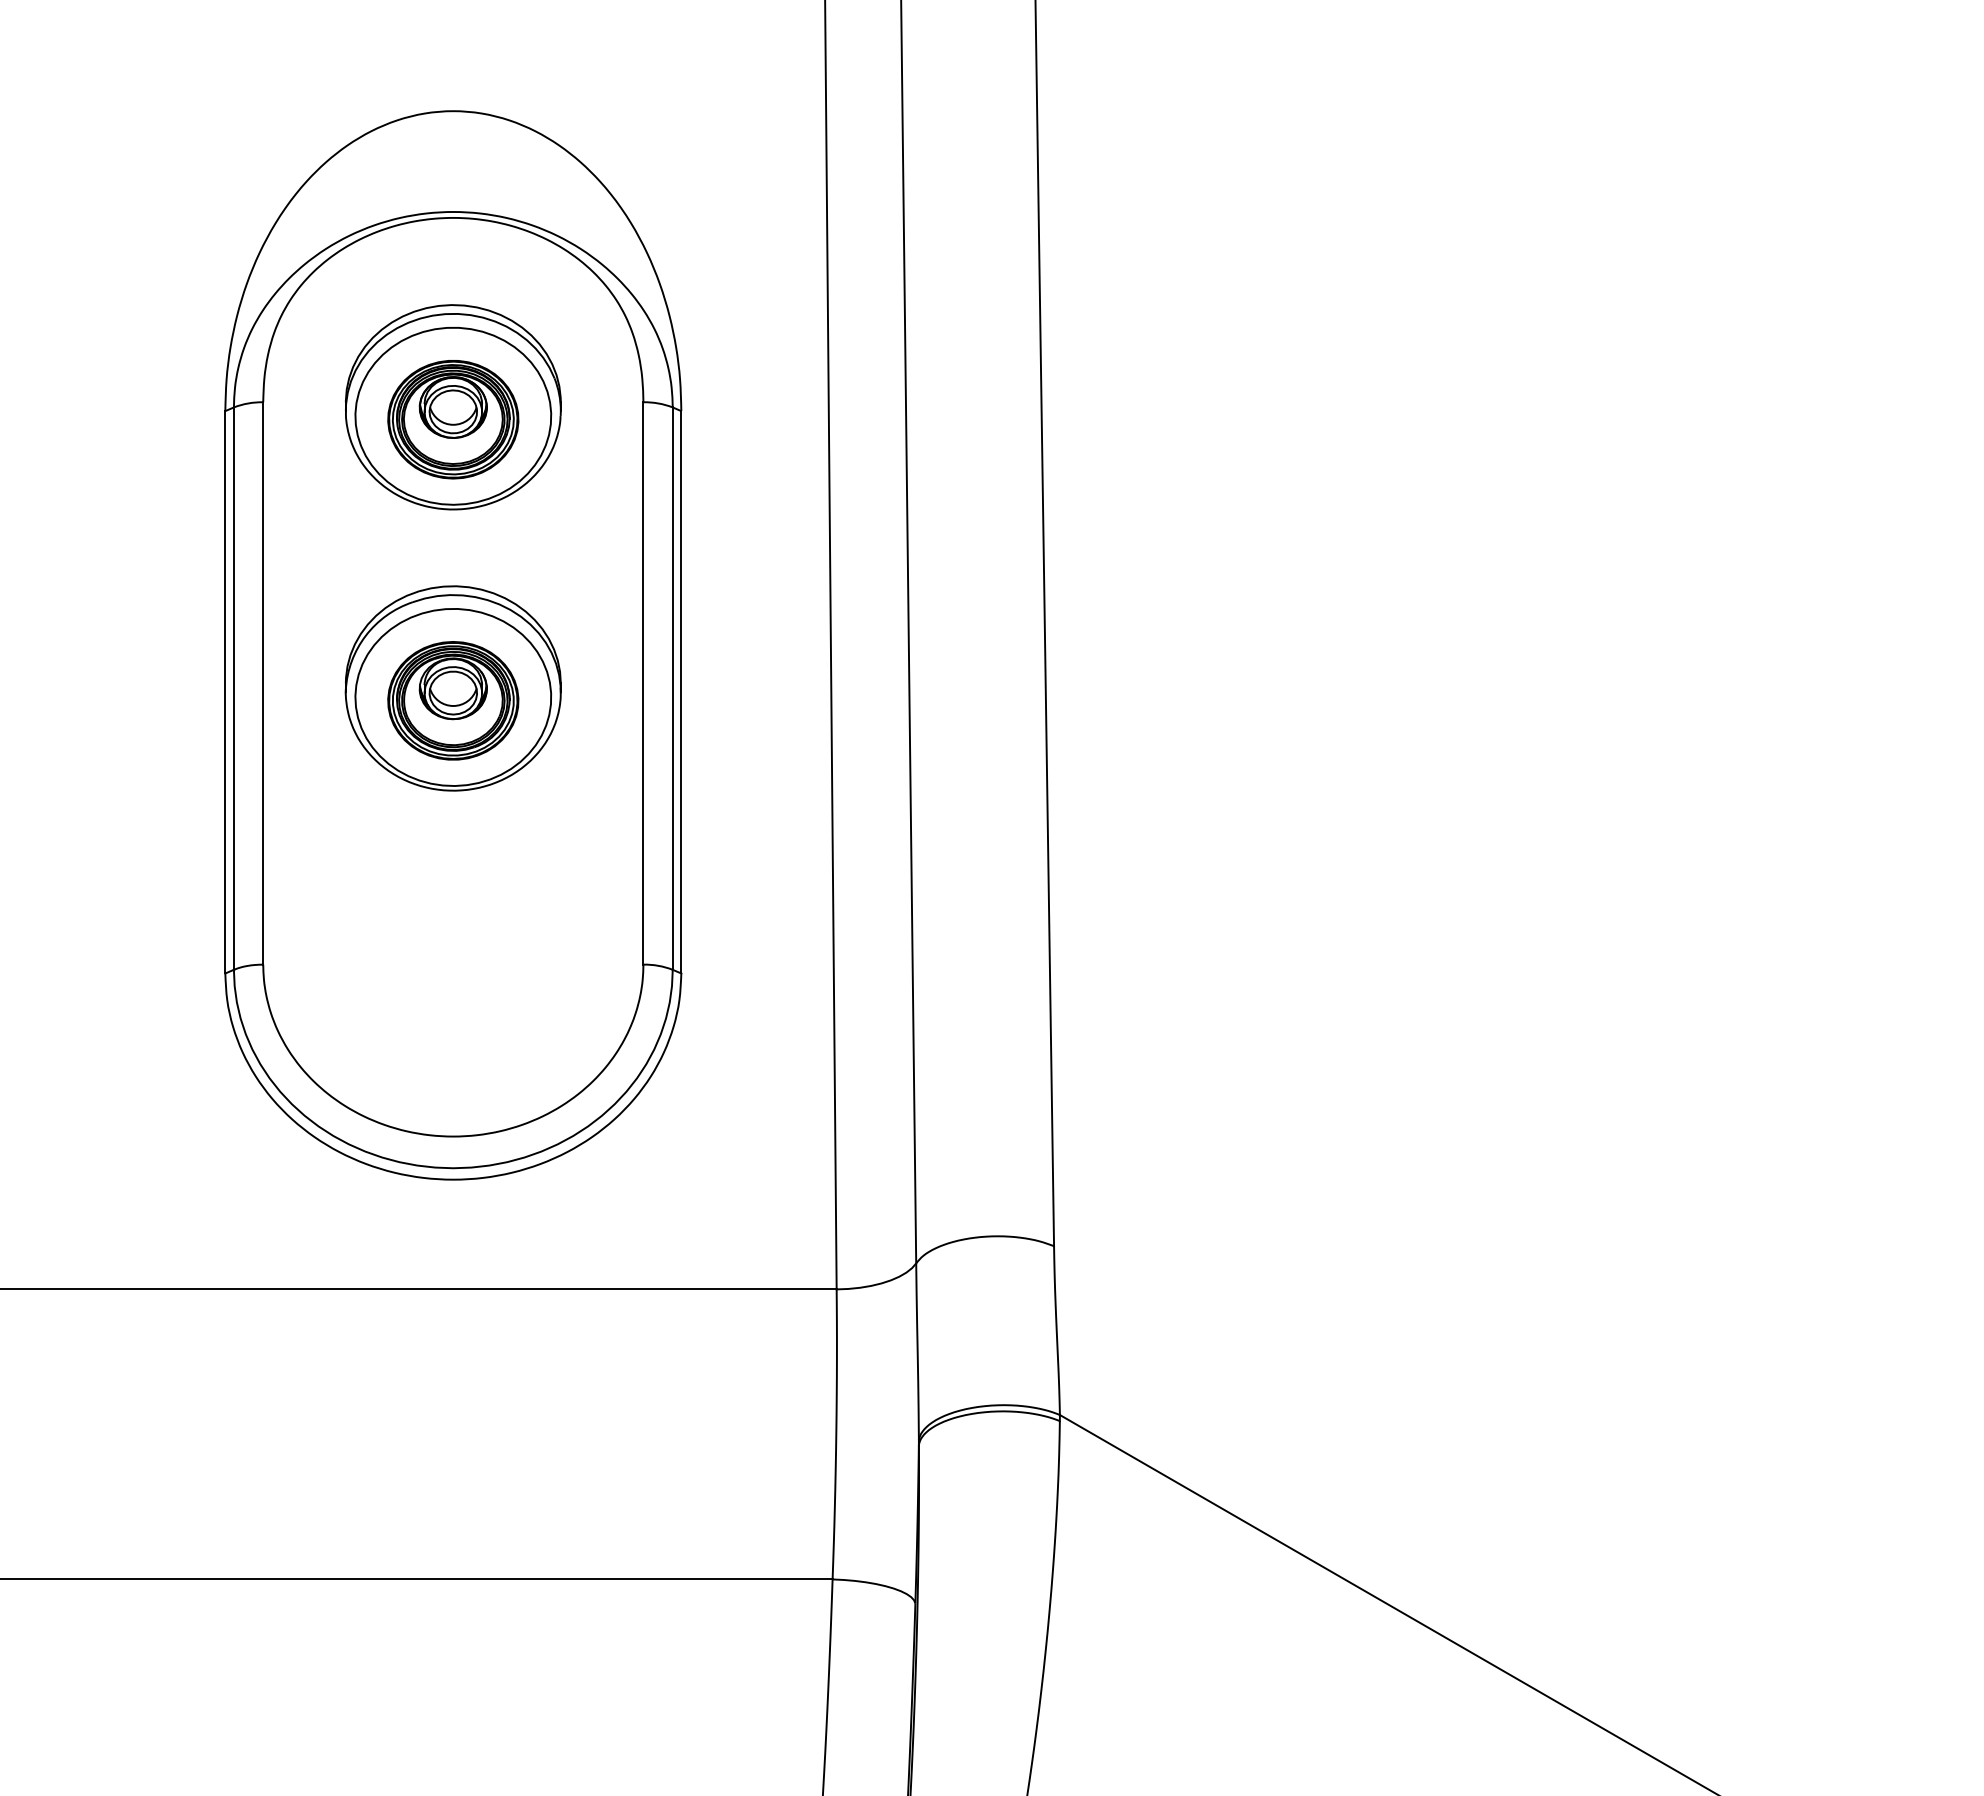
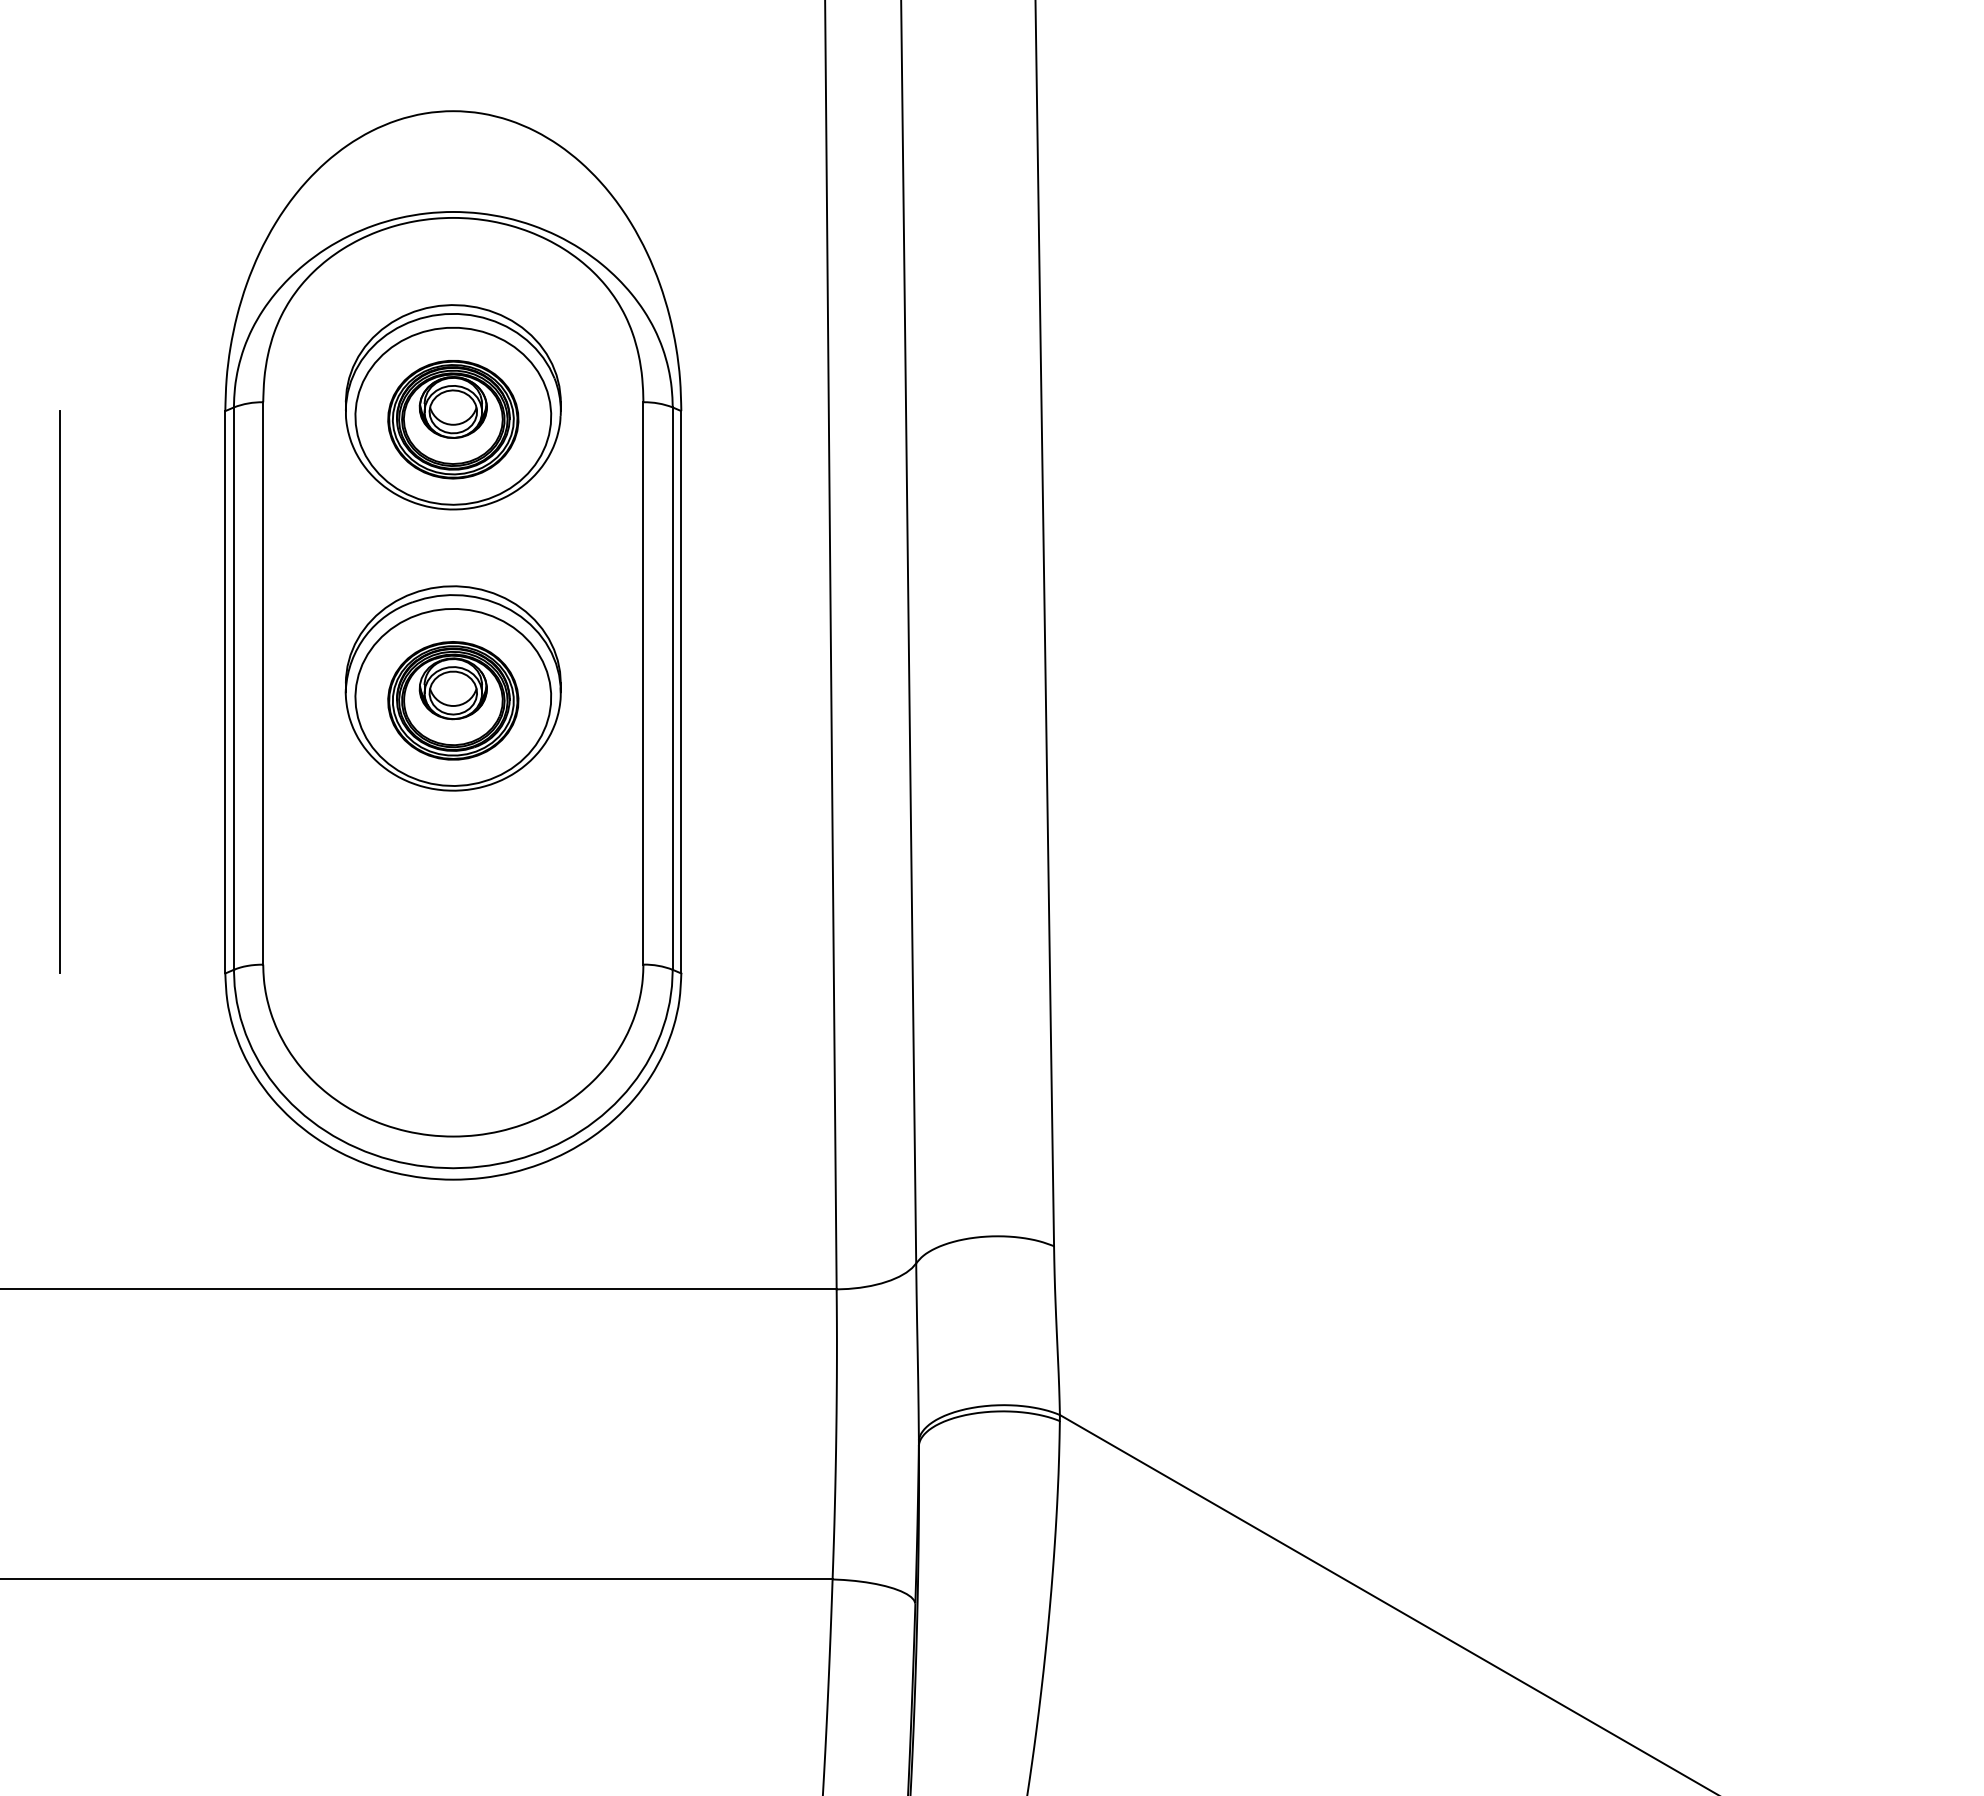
line at (59, 692): none -> present
